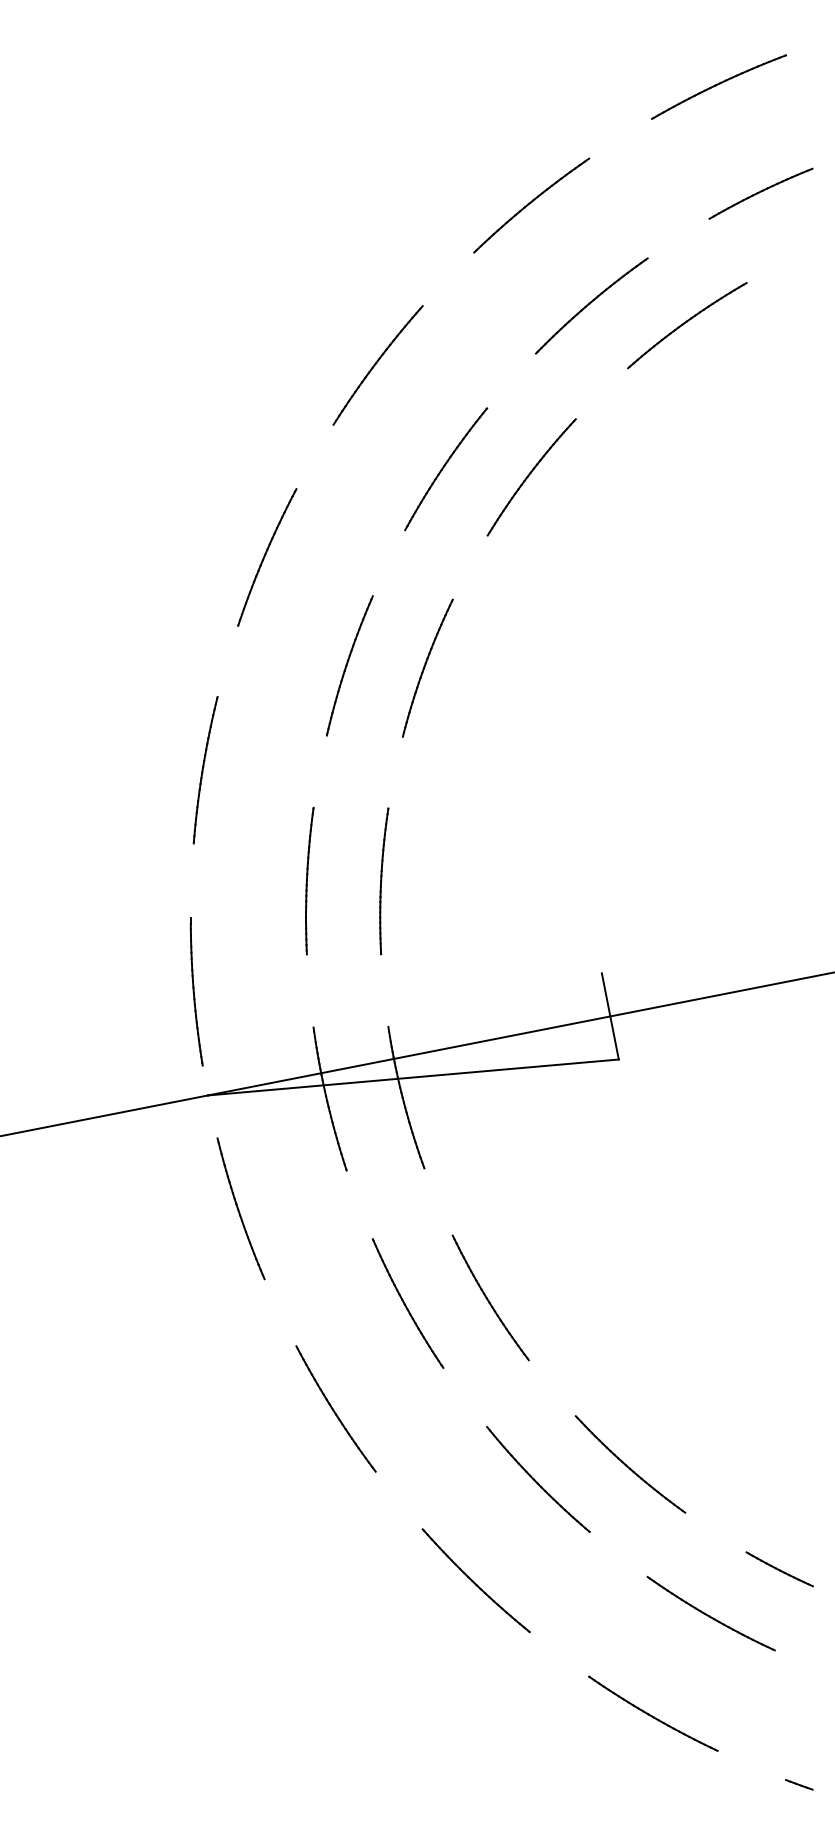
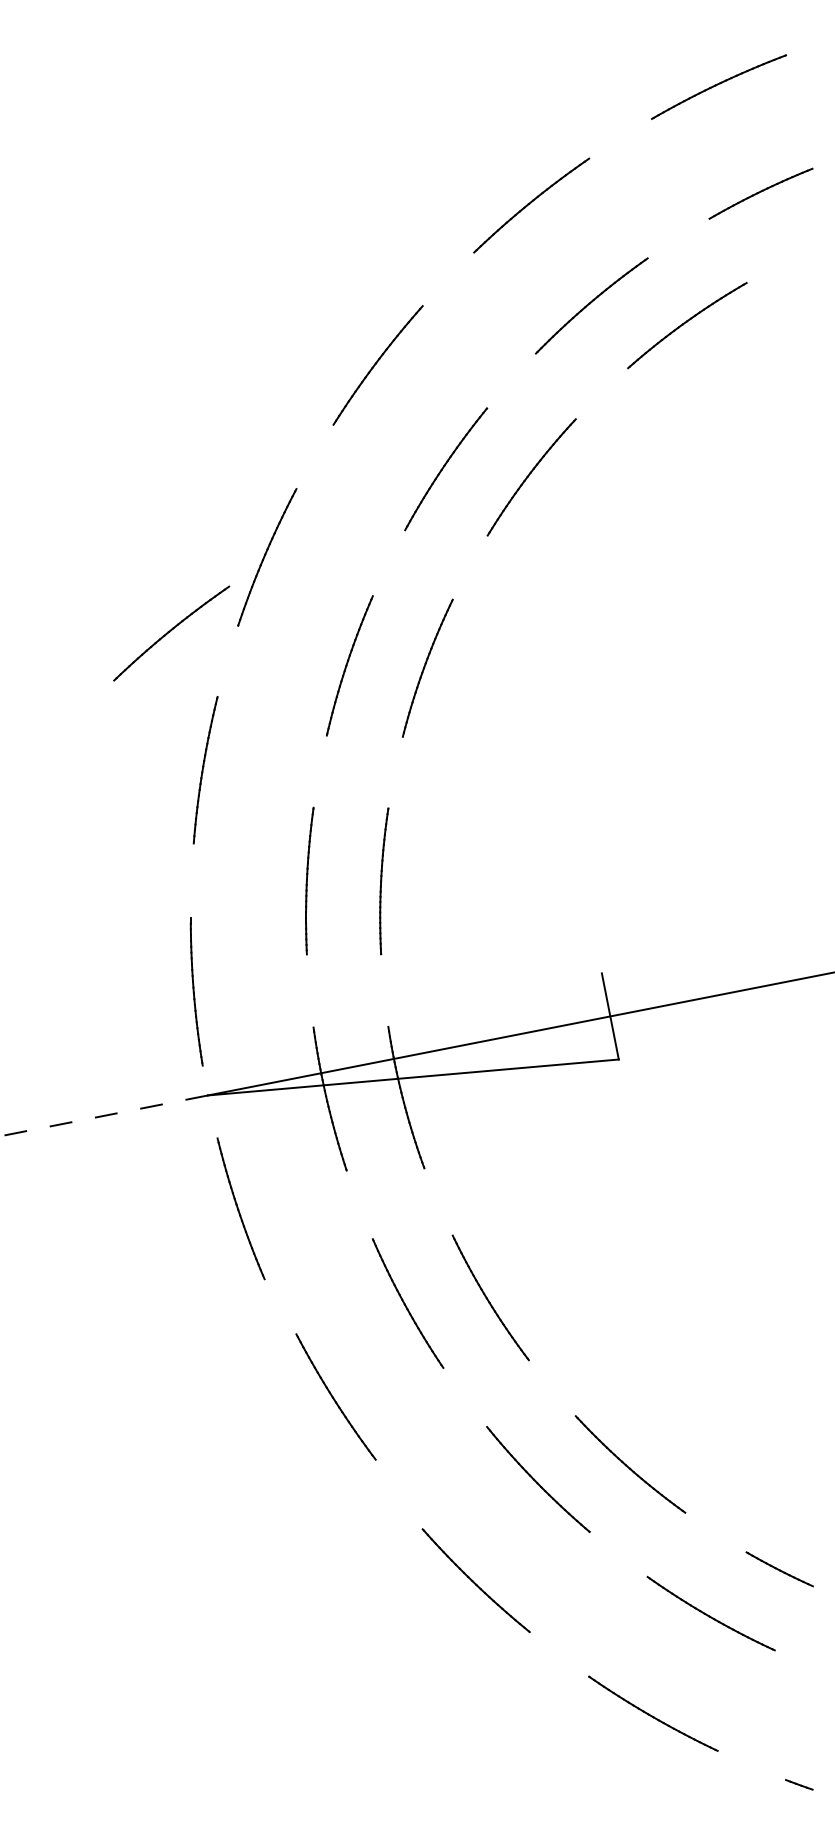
part at (171, 633): none -> present
line at (104, 1115): solid -> dashed
part at (335, 1408) position: (335, 1408) -> (335, 1396)
